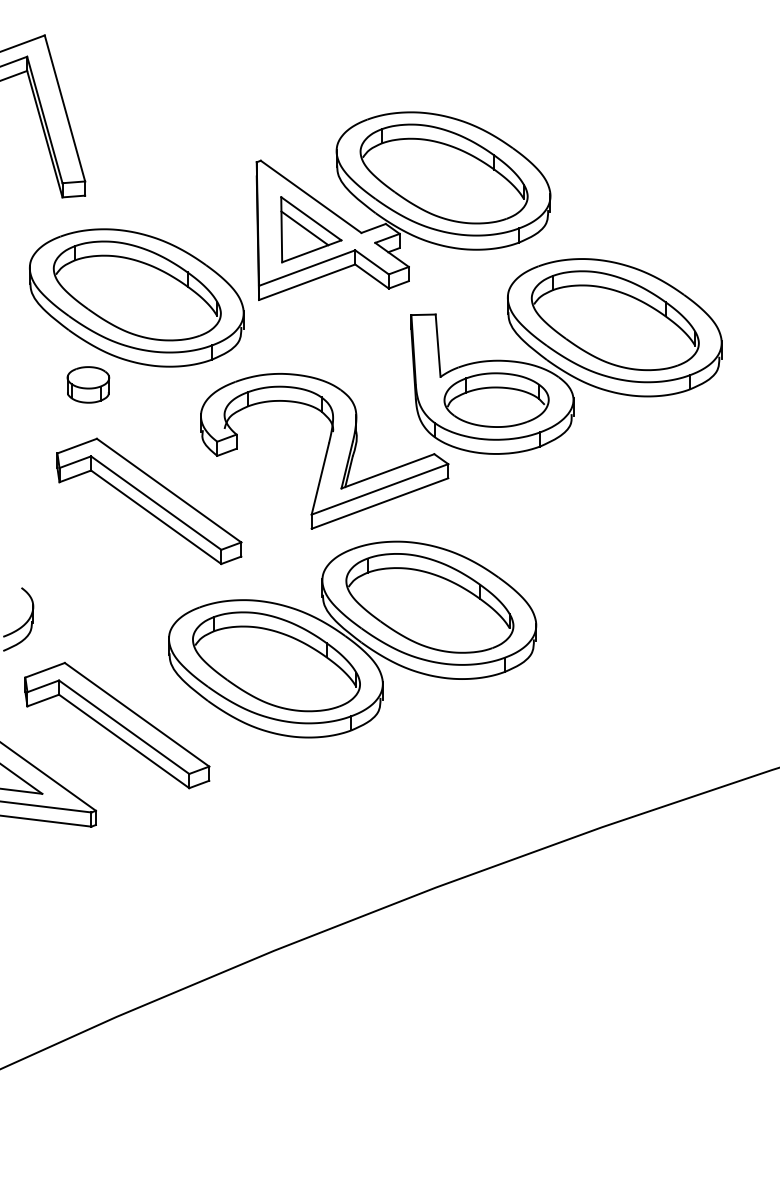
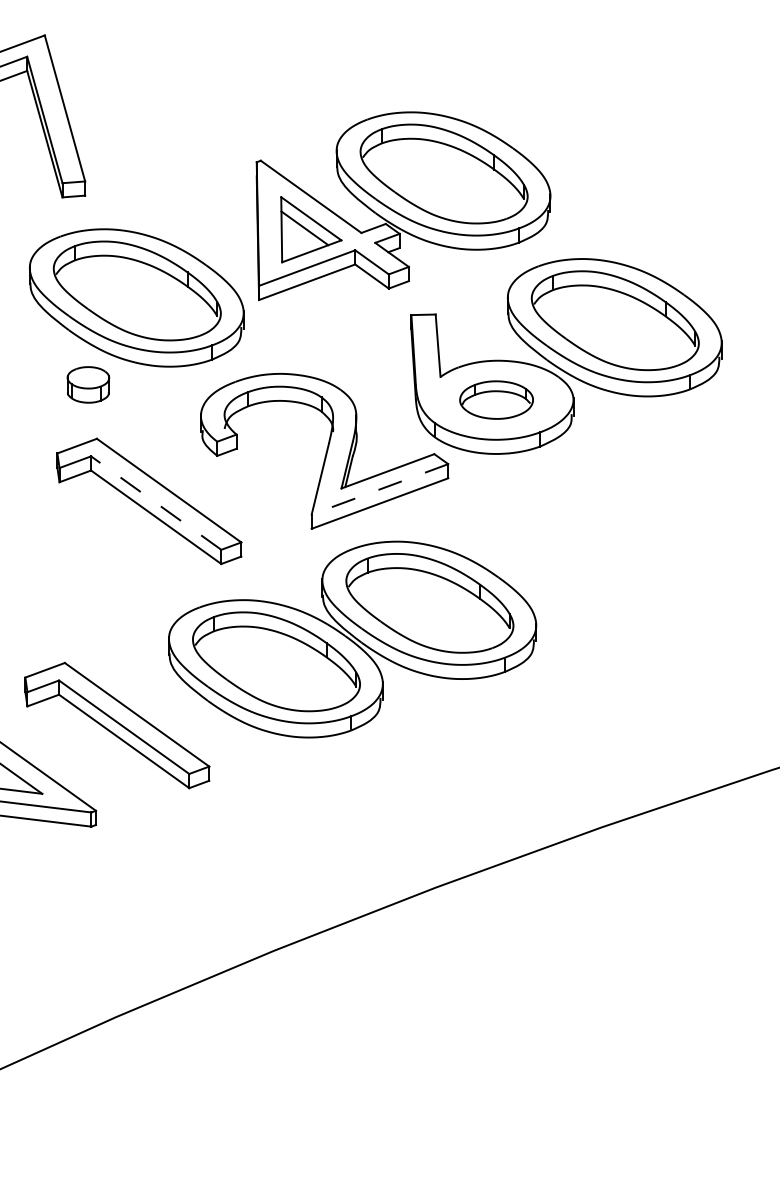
part at (496, 399) size: 107x56 px -> 75x40 px
line at (380, 489): solid -> dashed
line at (155, 502): solid -> dashed
part at (23, 624): present -> none
